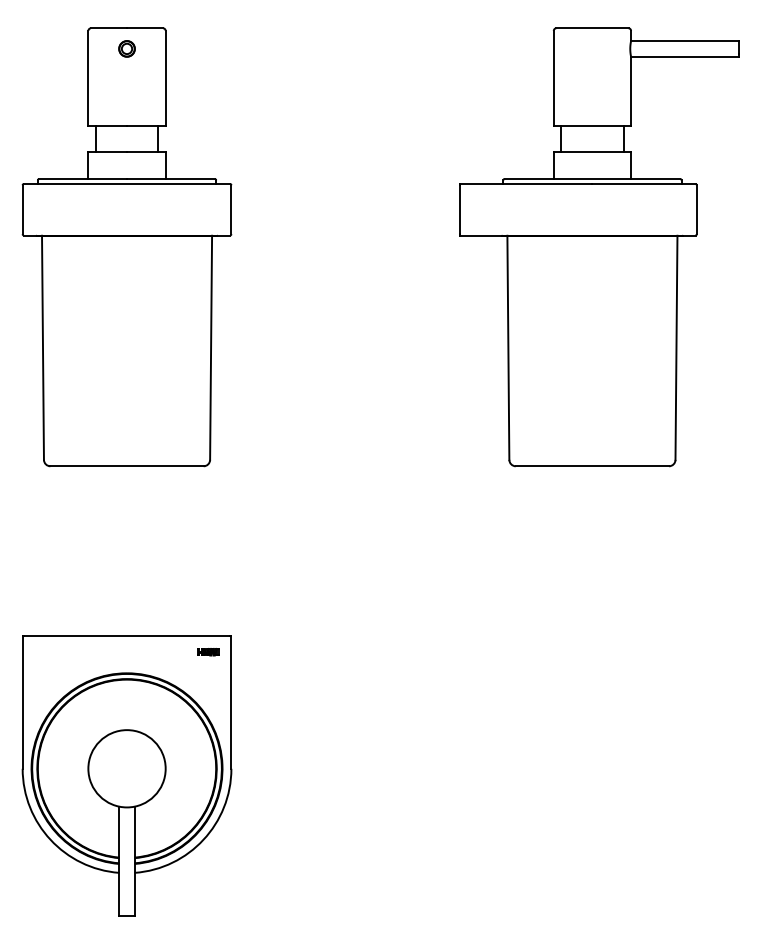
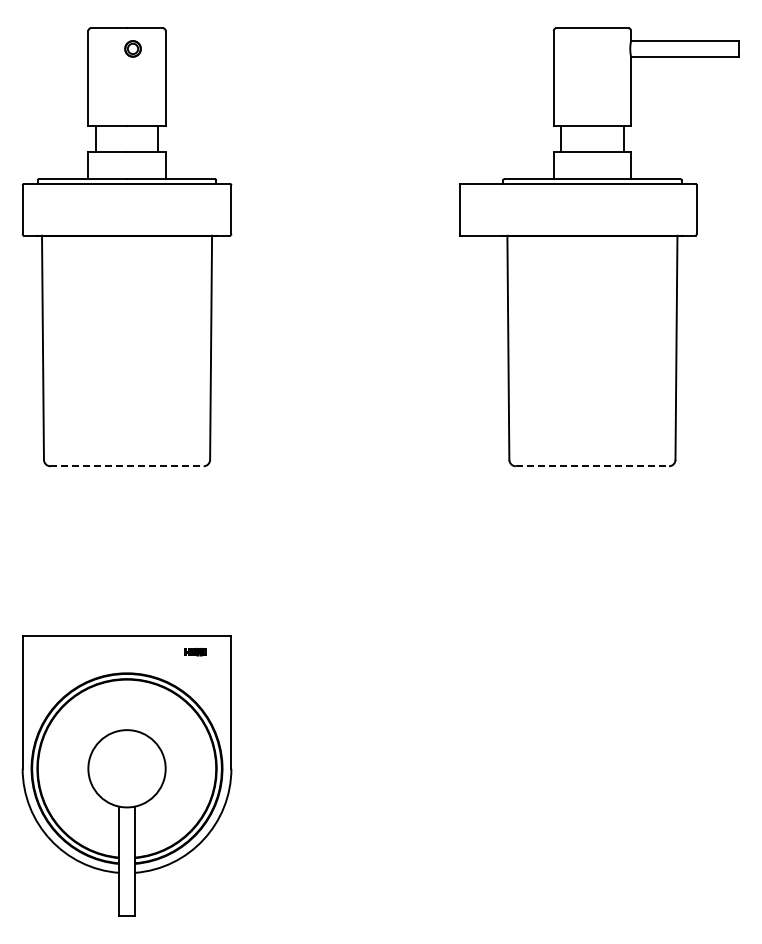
part at (126, 48) position: (126, 48) -> (132, 48)
line at (127, 466): solid -> dashed
line at (592, 466): solid -> dashed
part at (208, 652) position: (208, 652) -> (195, 652)
